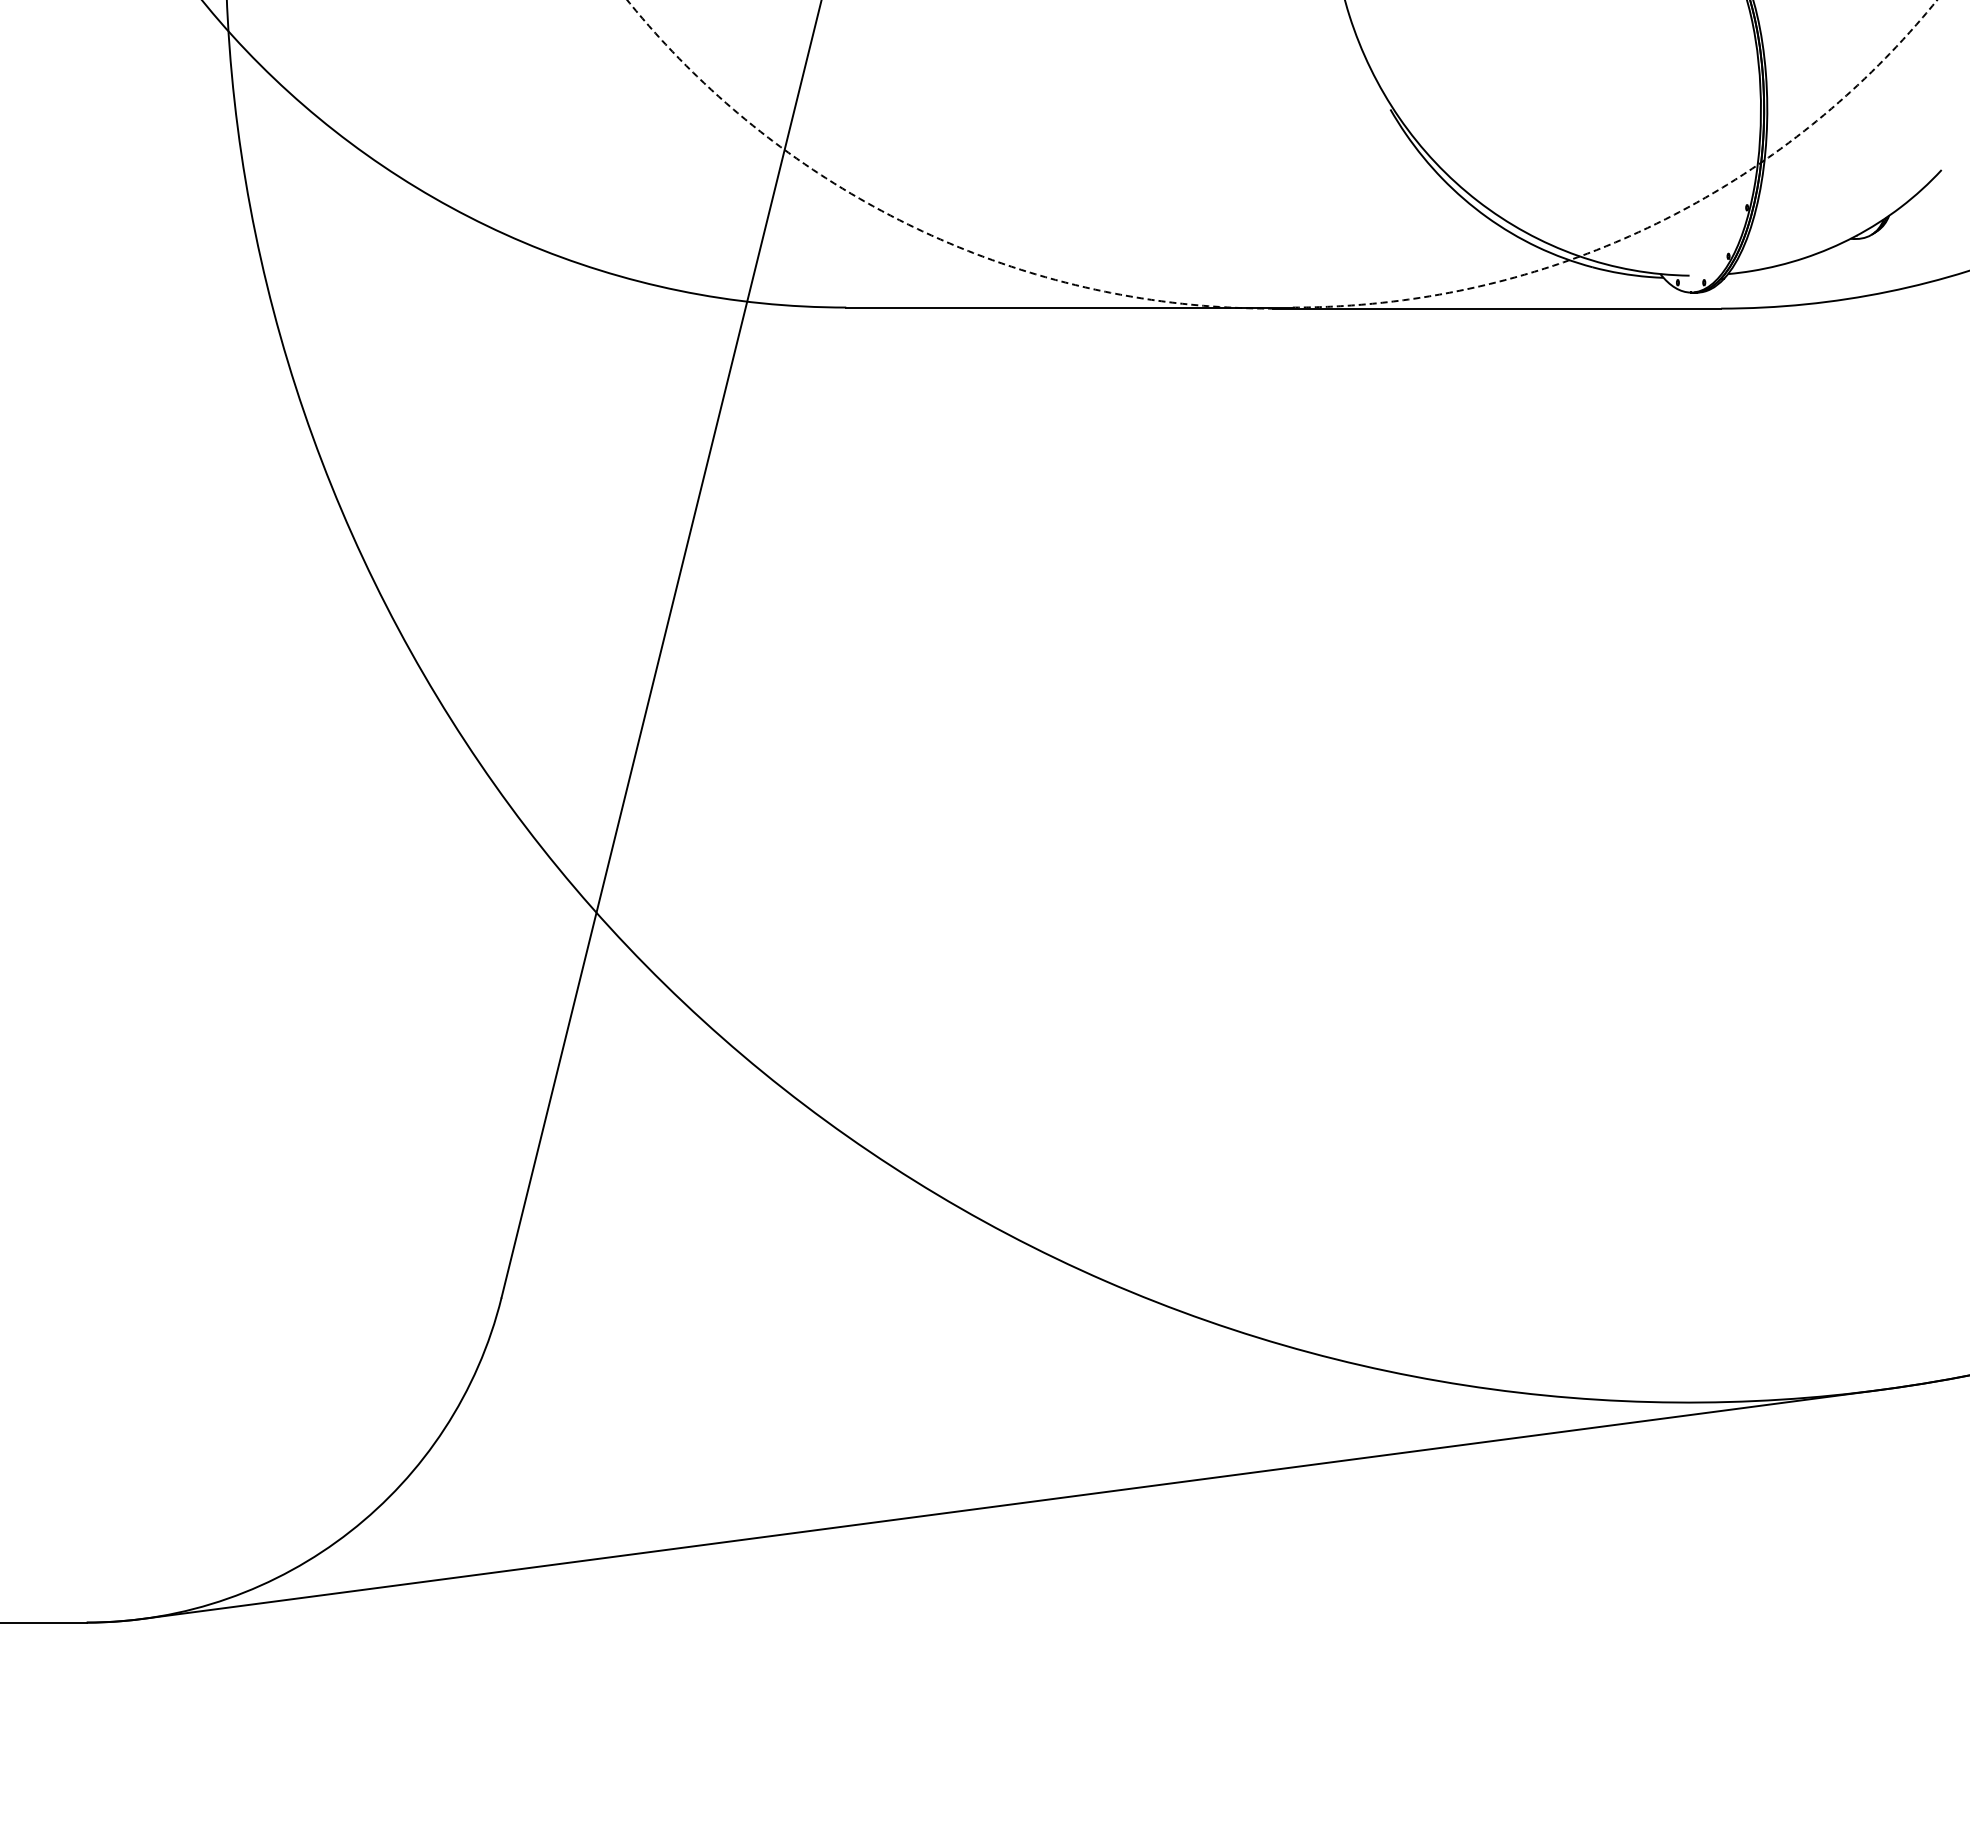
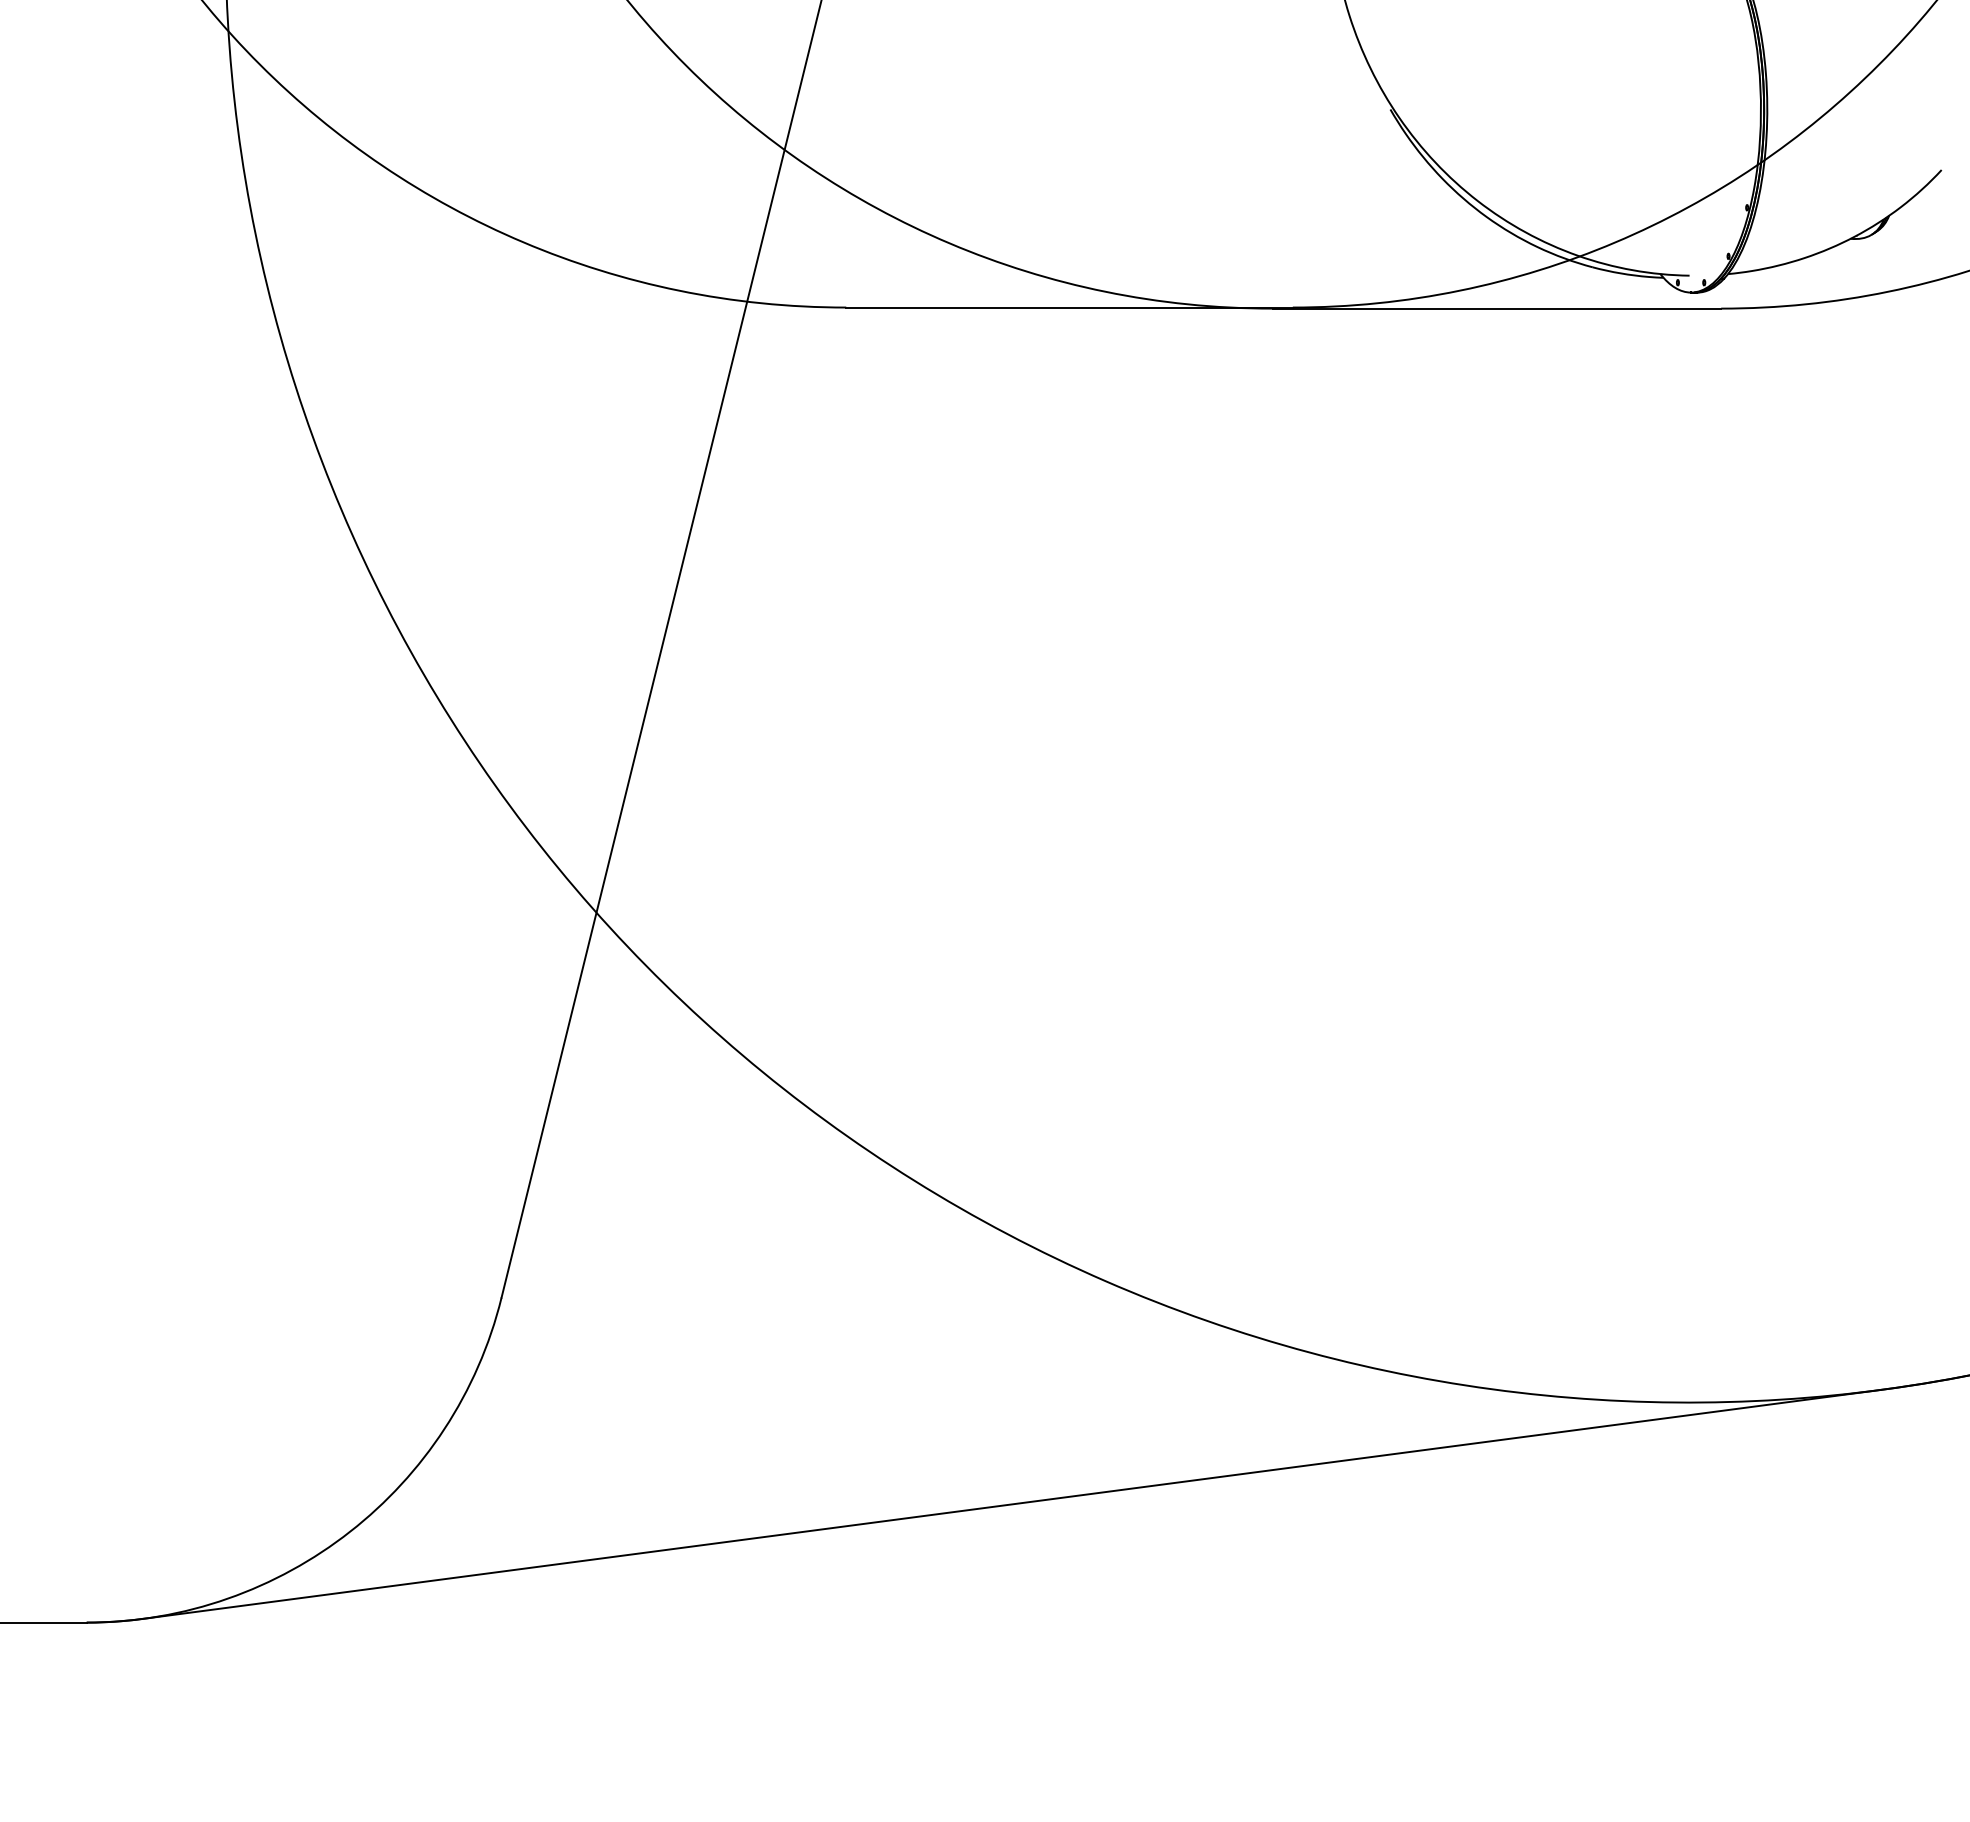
arc at (1646, 228): dashed -> solid
arc at (919, 229): dashed -> solid
